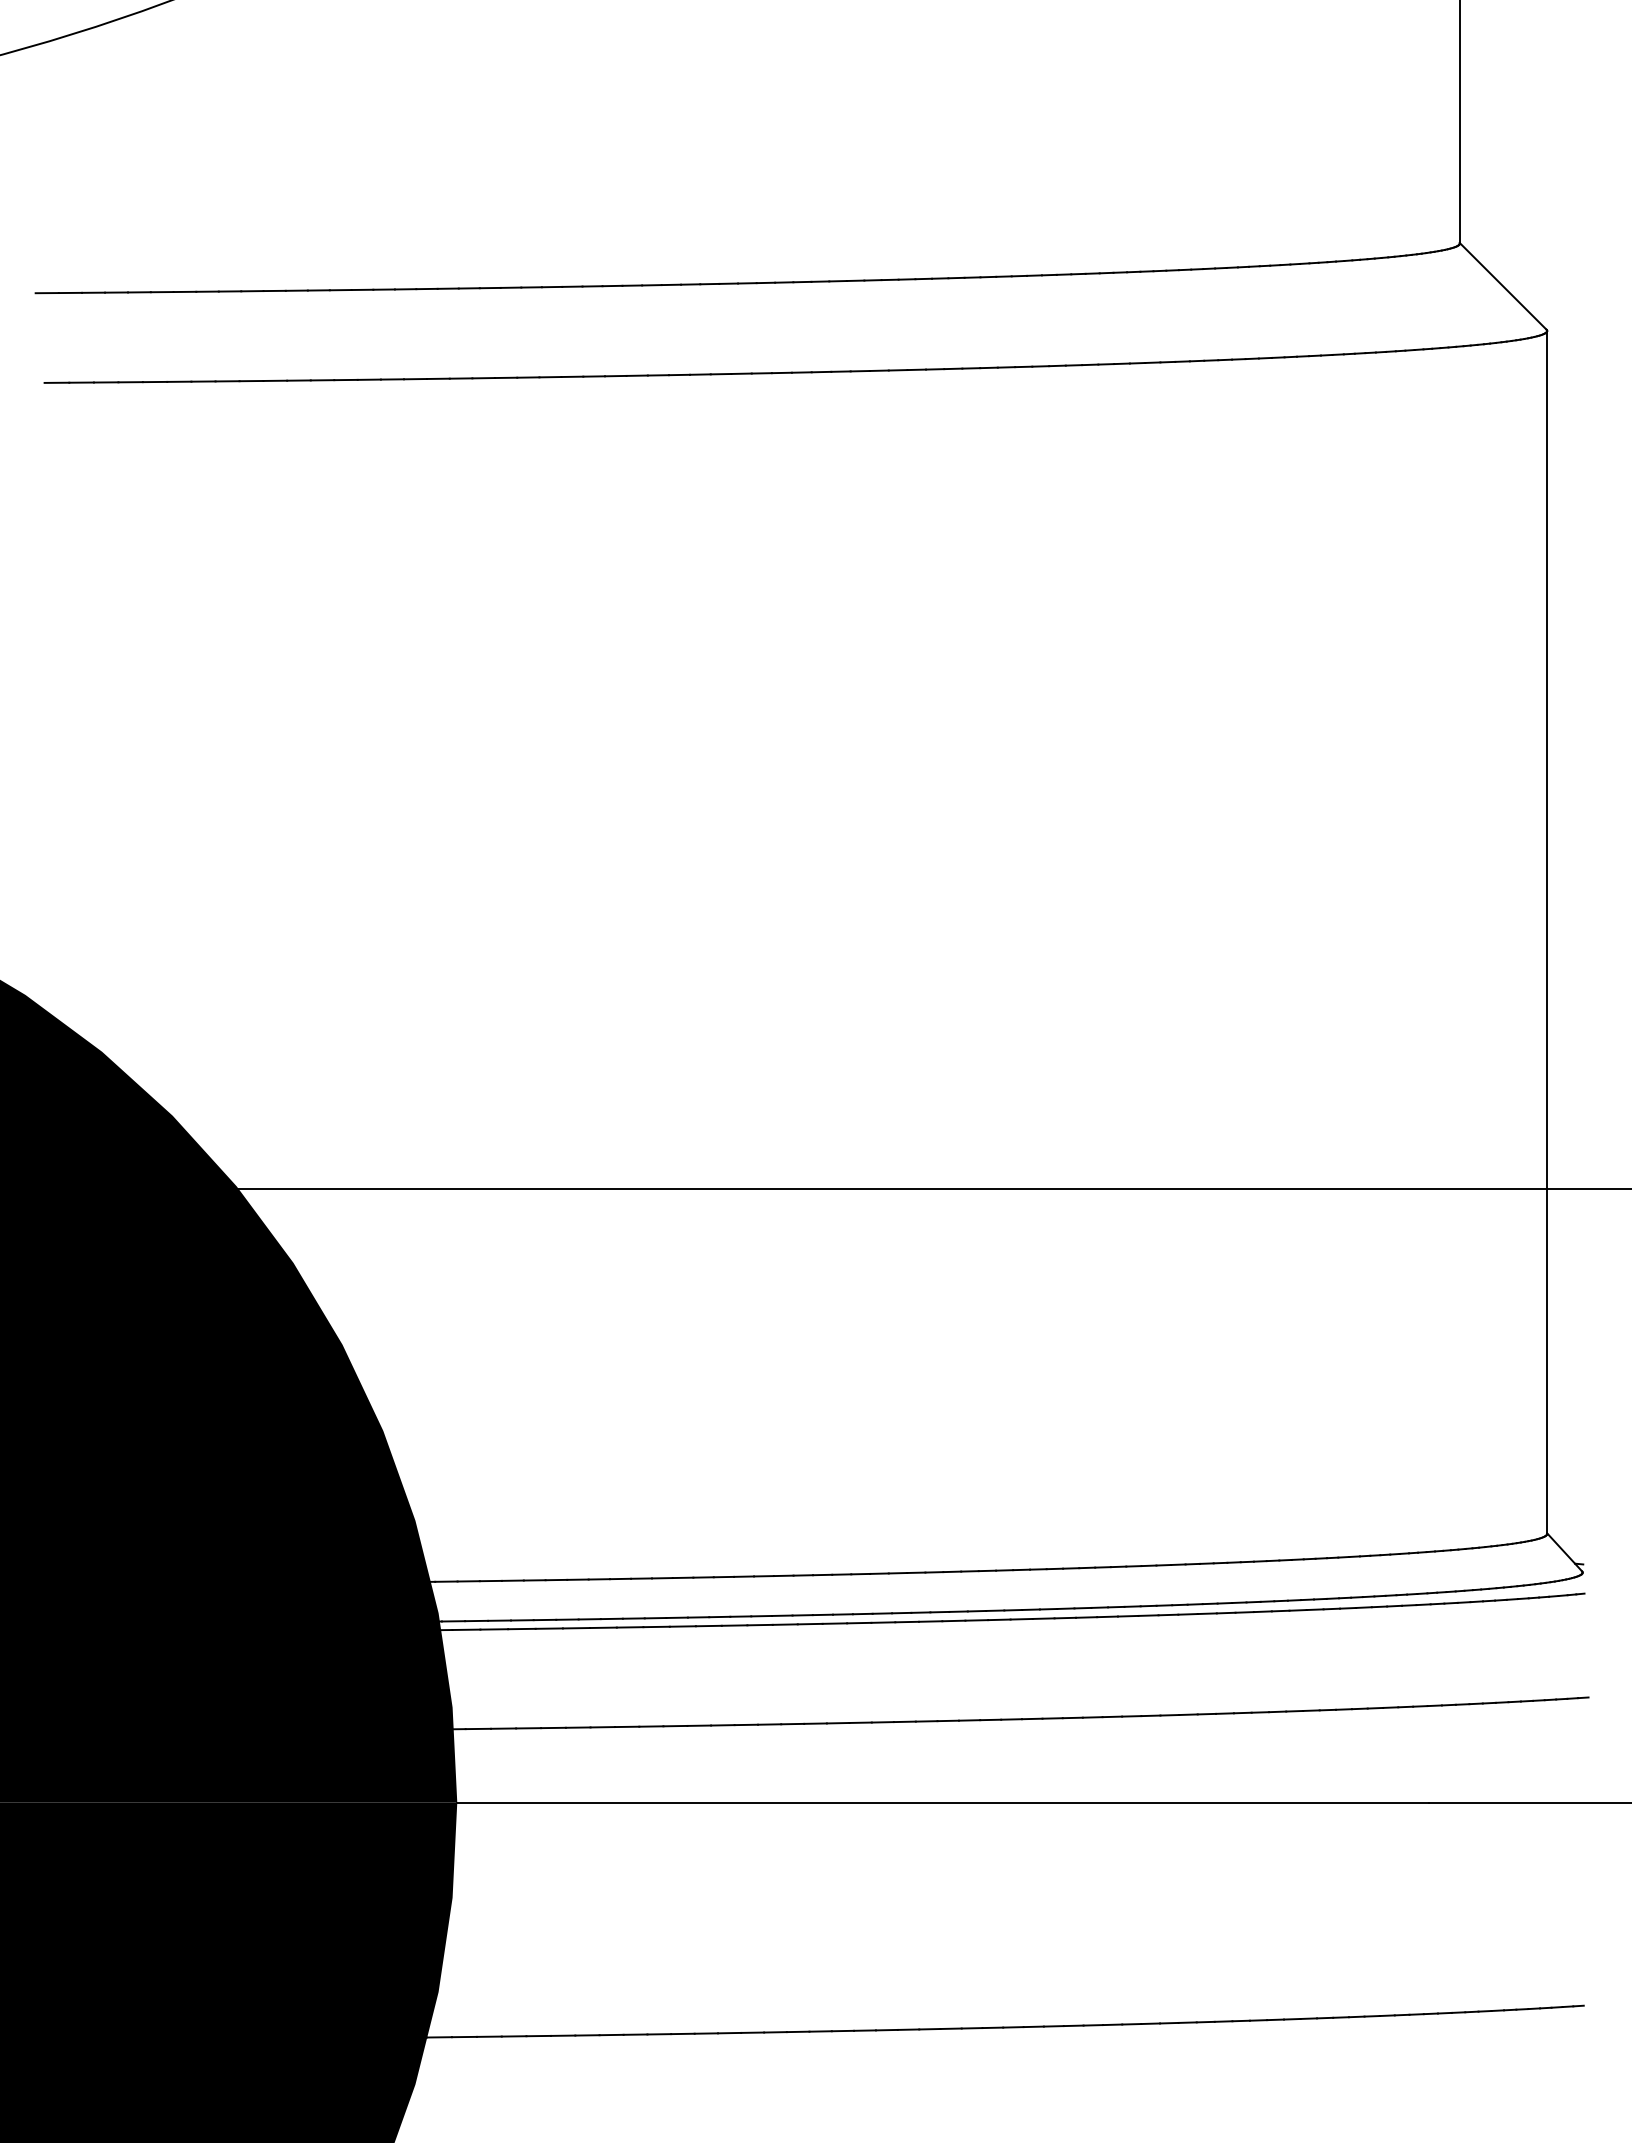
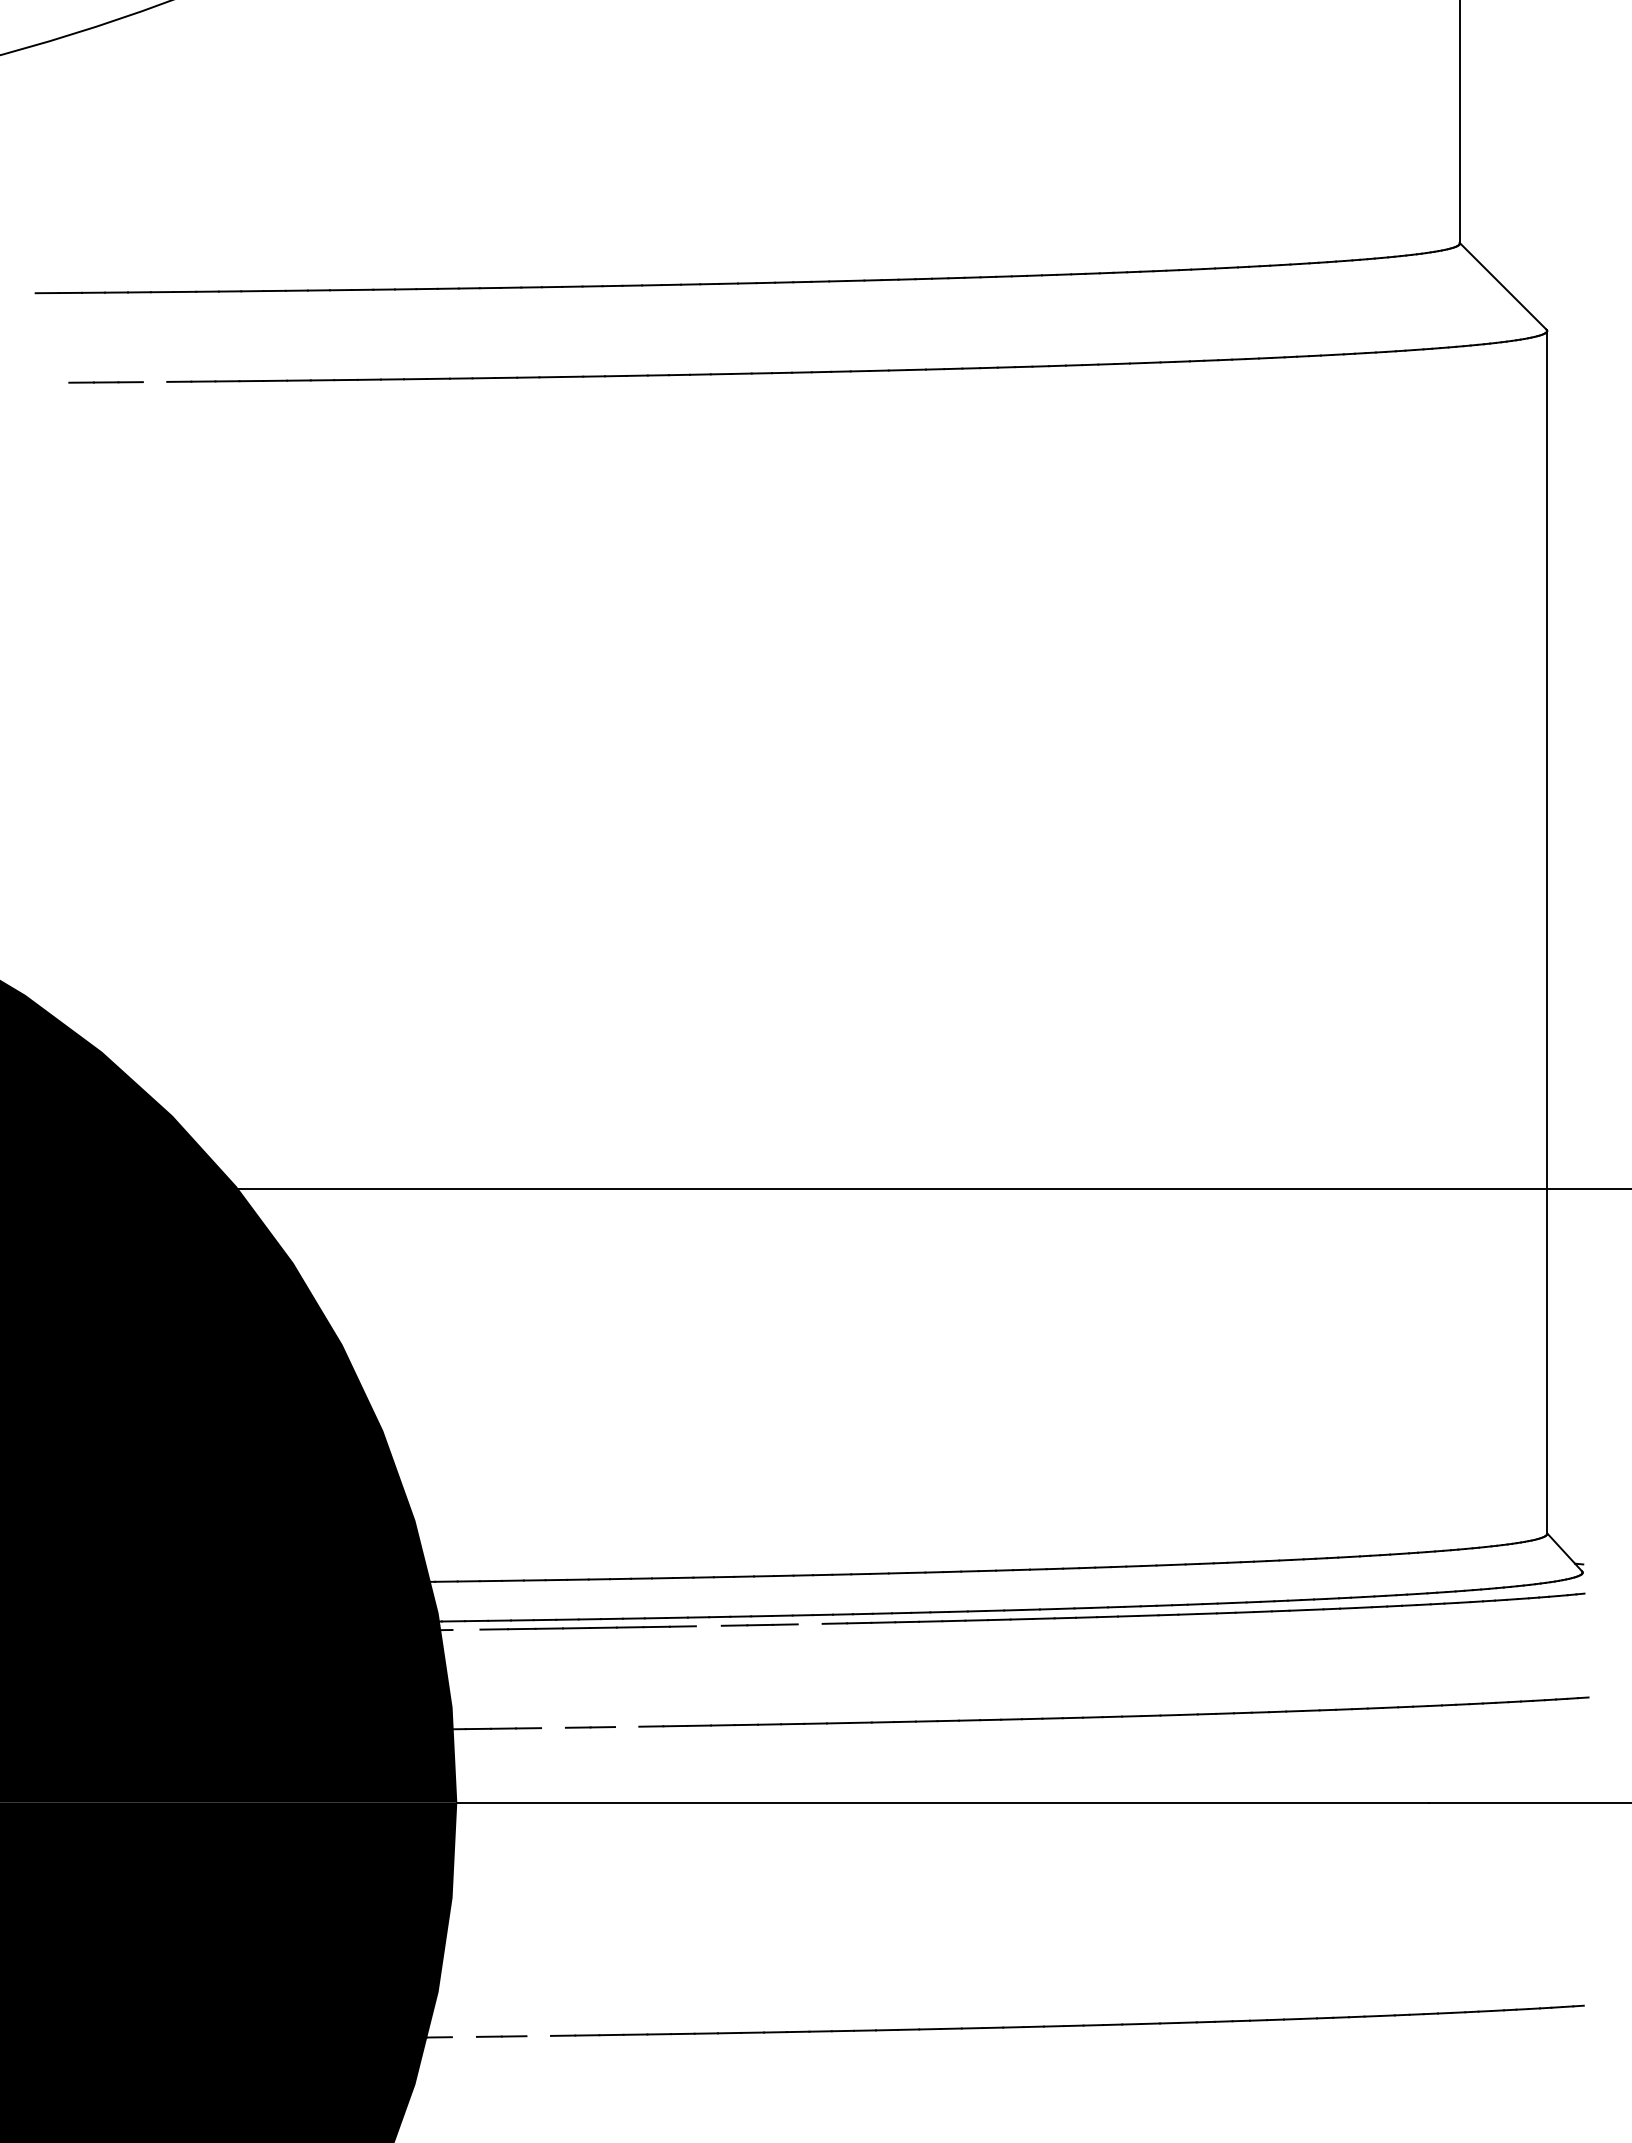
line at (154, 381): present -> none
line at (56, 382): present -> none
line at (809, 1623): present -> none
line at (708, 1625): present -> none
line at (466, 1629): present -> none
line at (627, 1726): present -> none
line at (553, 1727): present -> none
line at (538, 2035): present -> none
line at (463, 2036): present -> none
